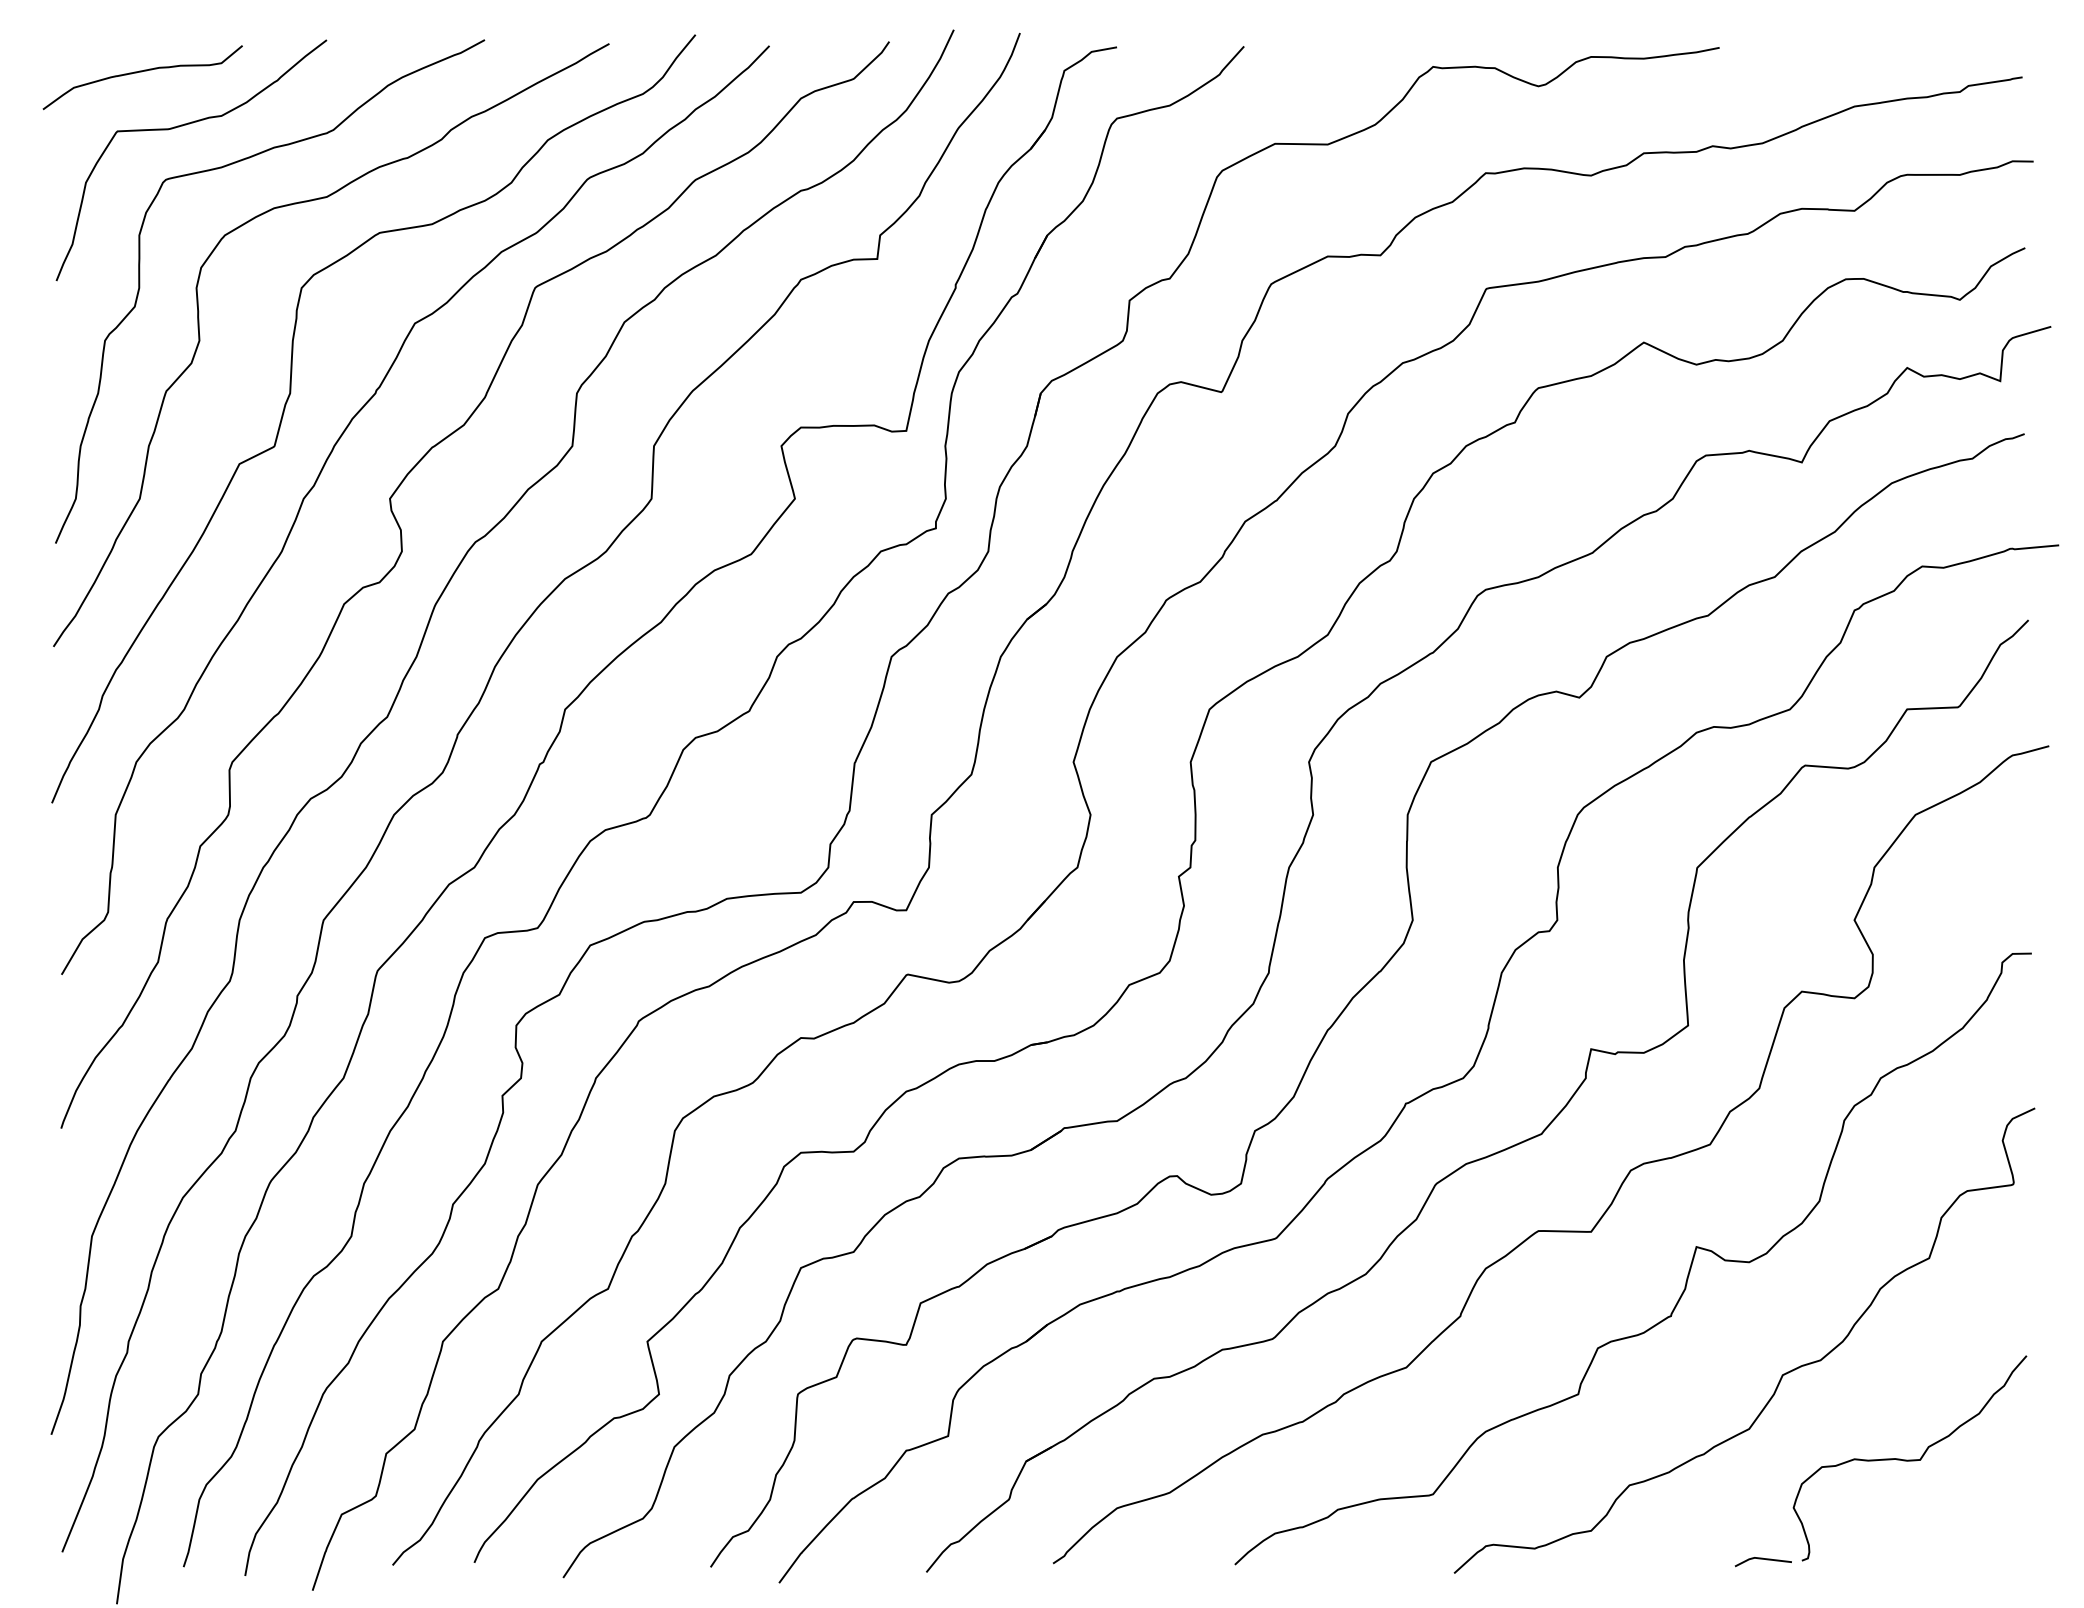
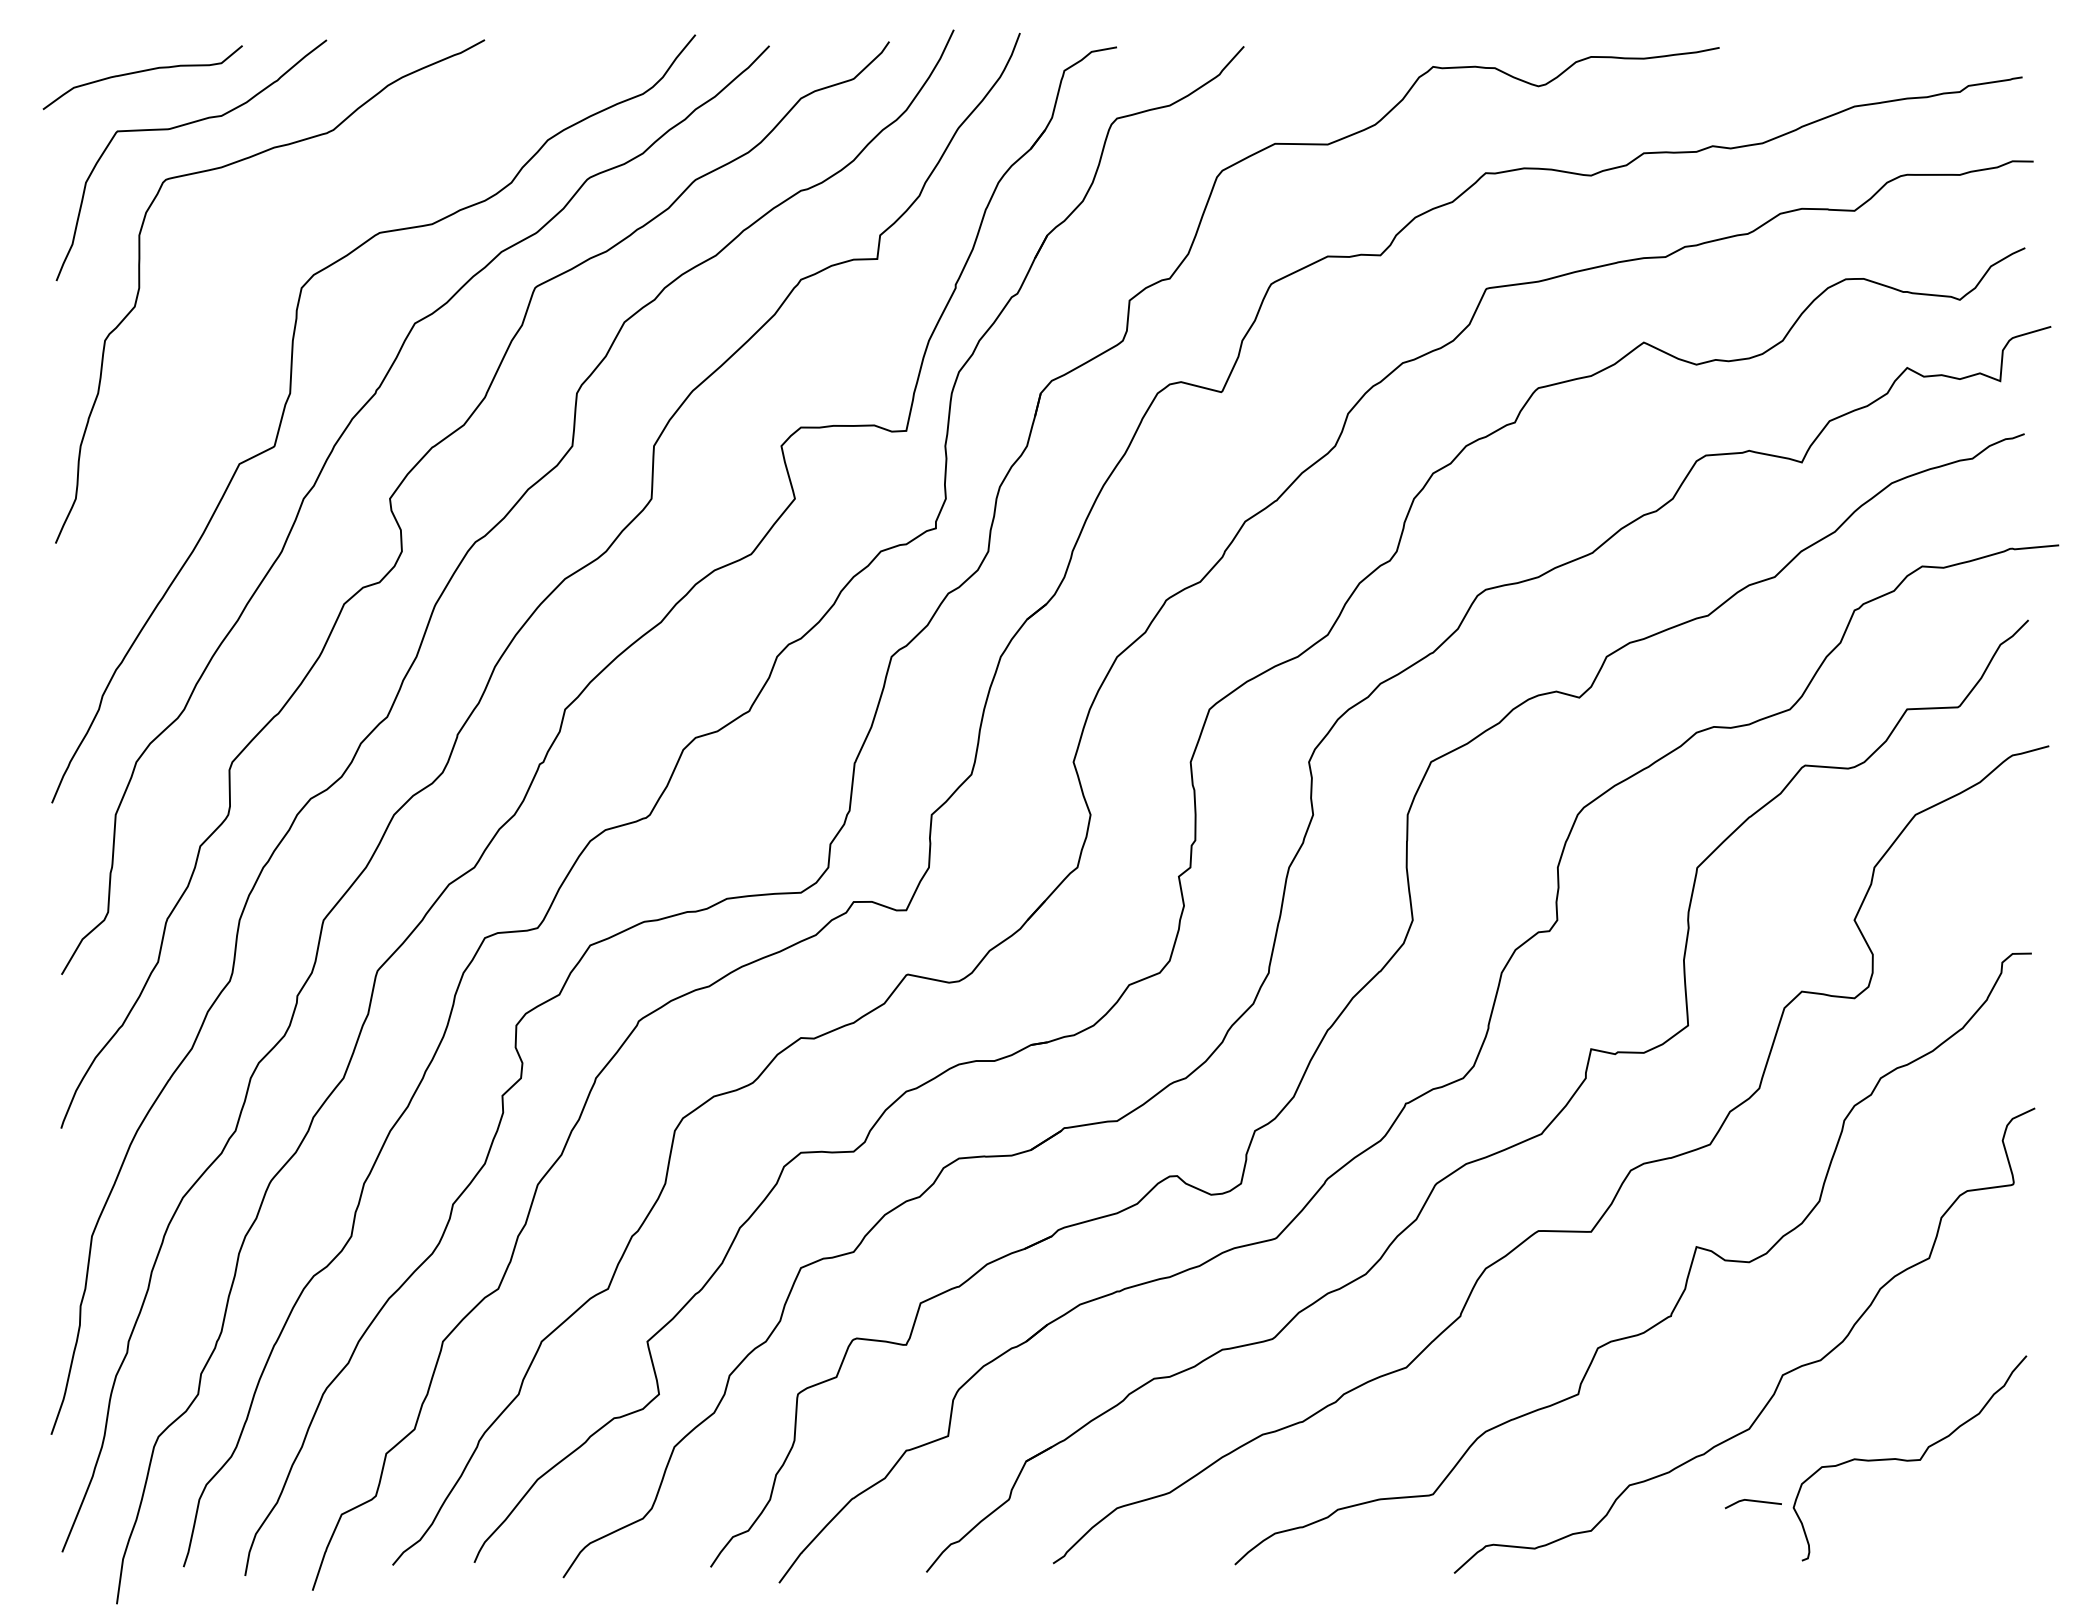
curve at (200, 341): present -> none
line at (1762, 1559) position: (1762, 1559) -> (1752, 1501)
